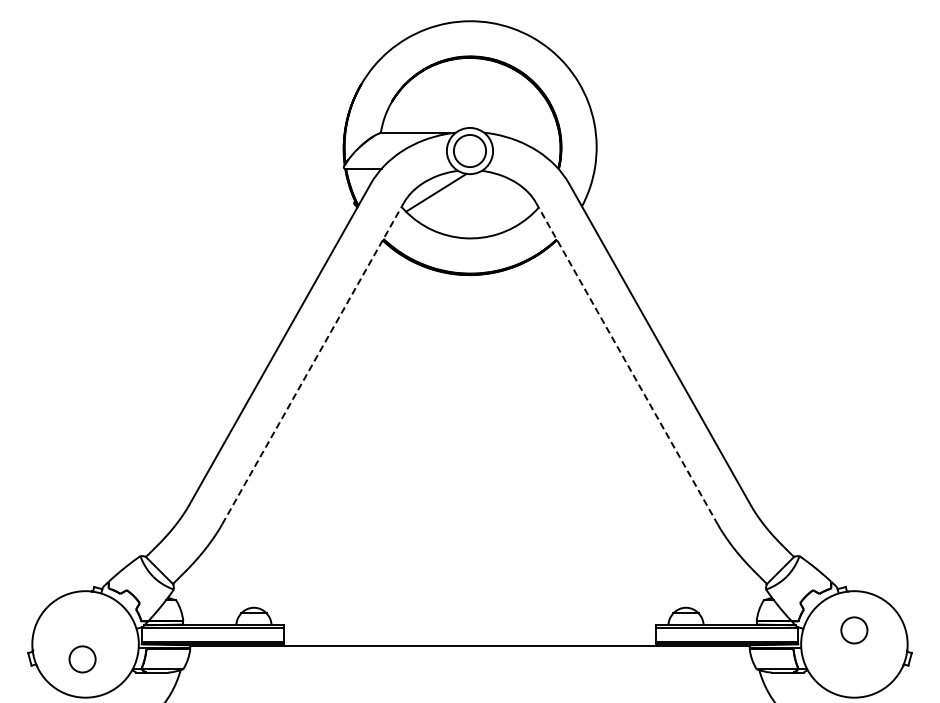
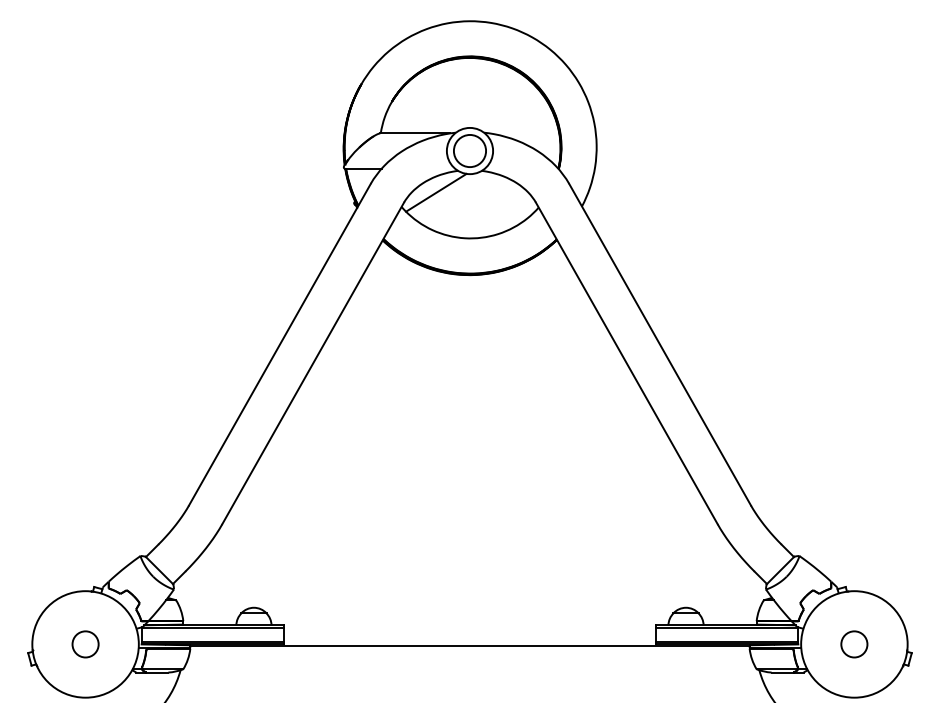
line at (313, 363): dashed -> solid
line at (626, 363): dashed -> solid
circle at (854, 630) position: (854, 630) -> (854, 644)
circle at (82, 659) position: (82, 659) -> (85, 644)
